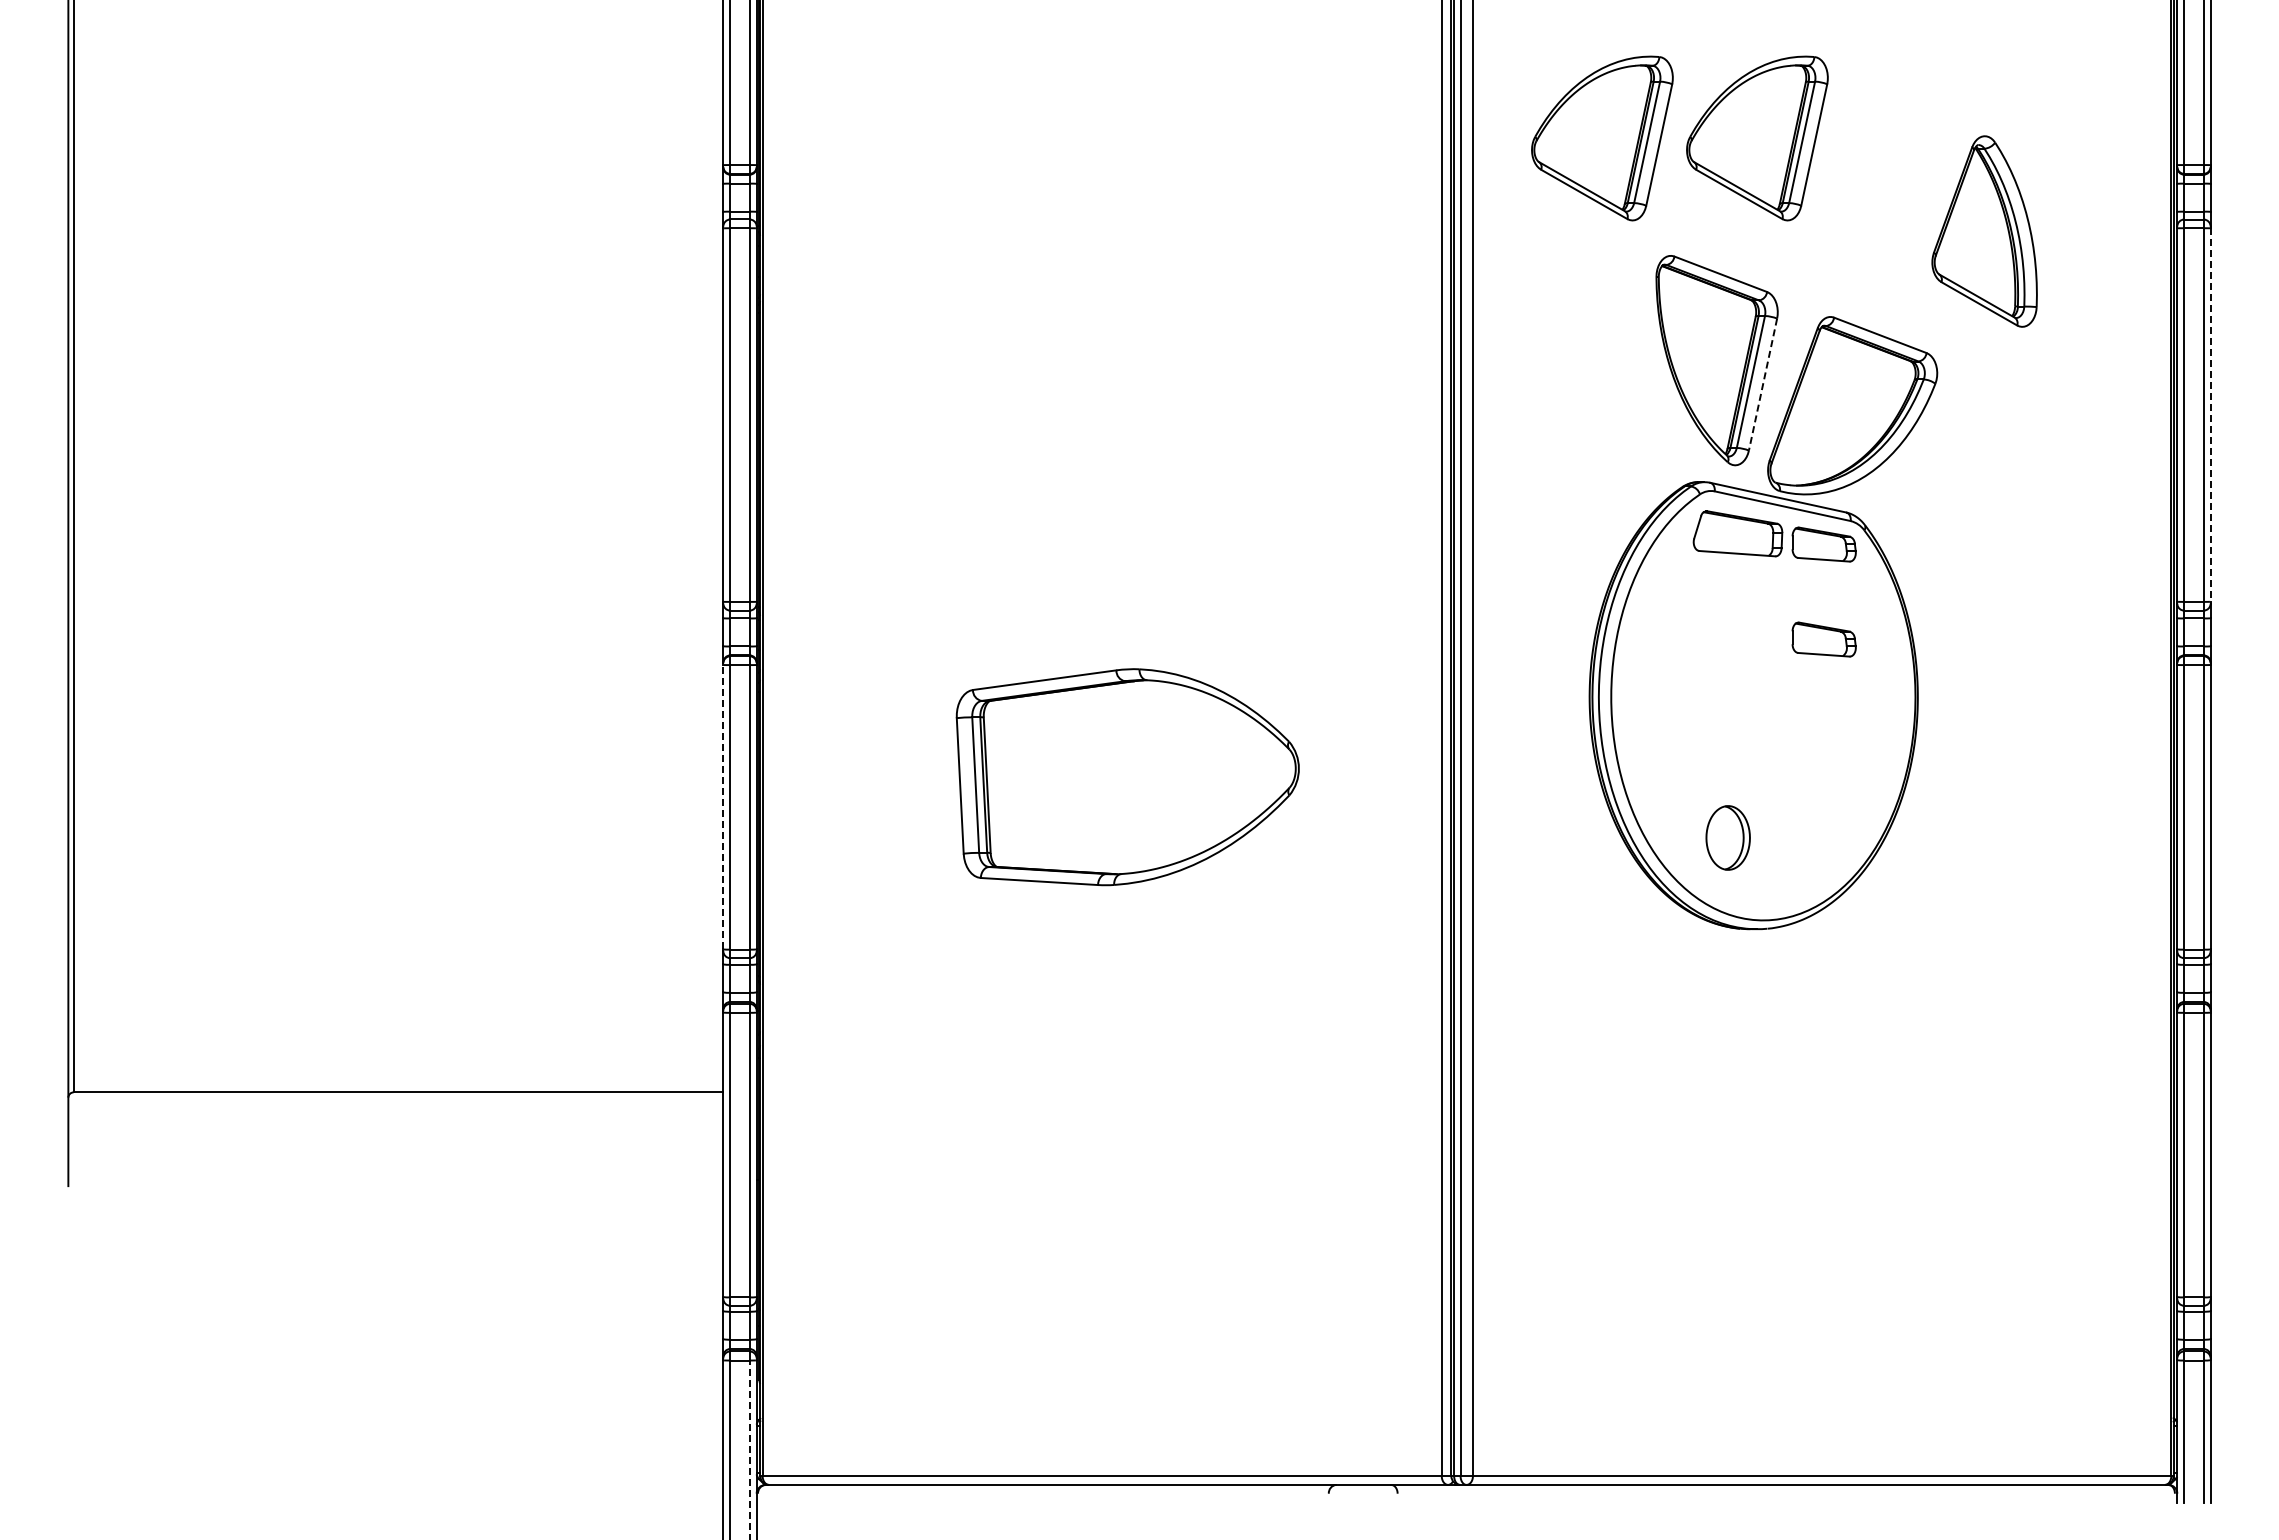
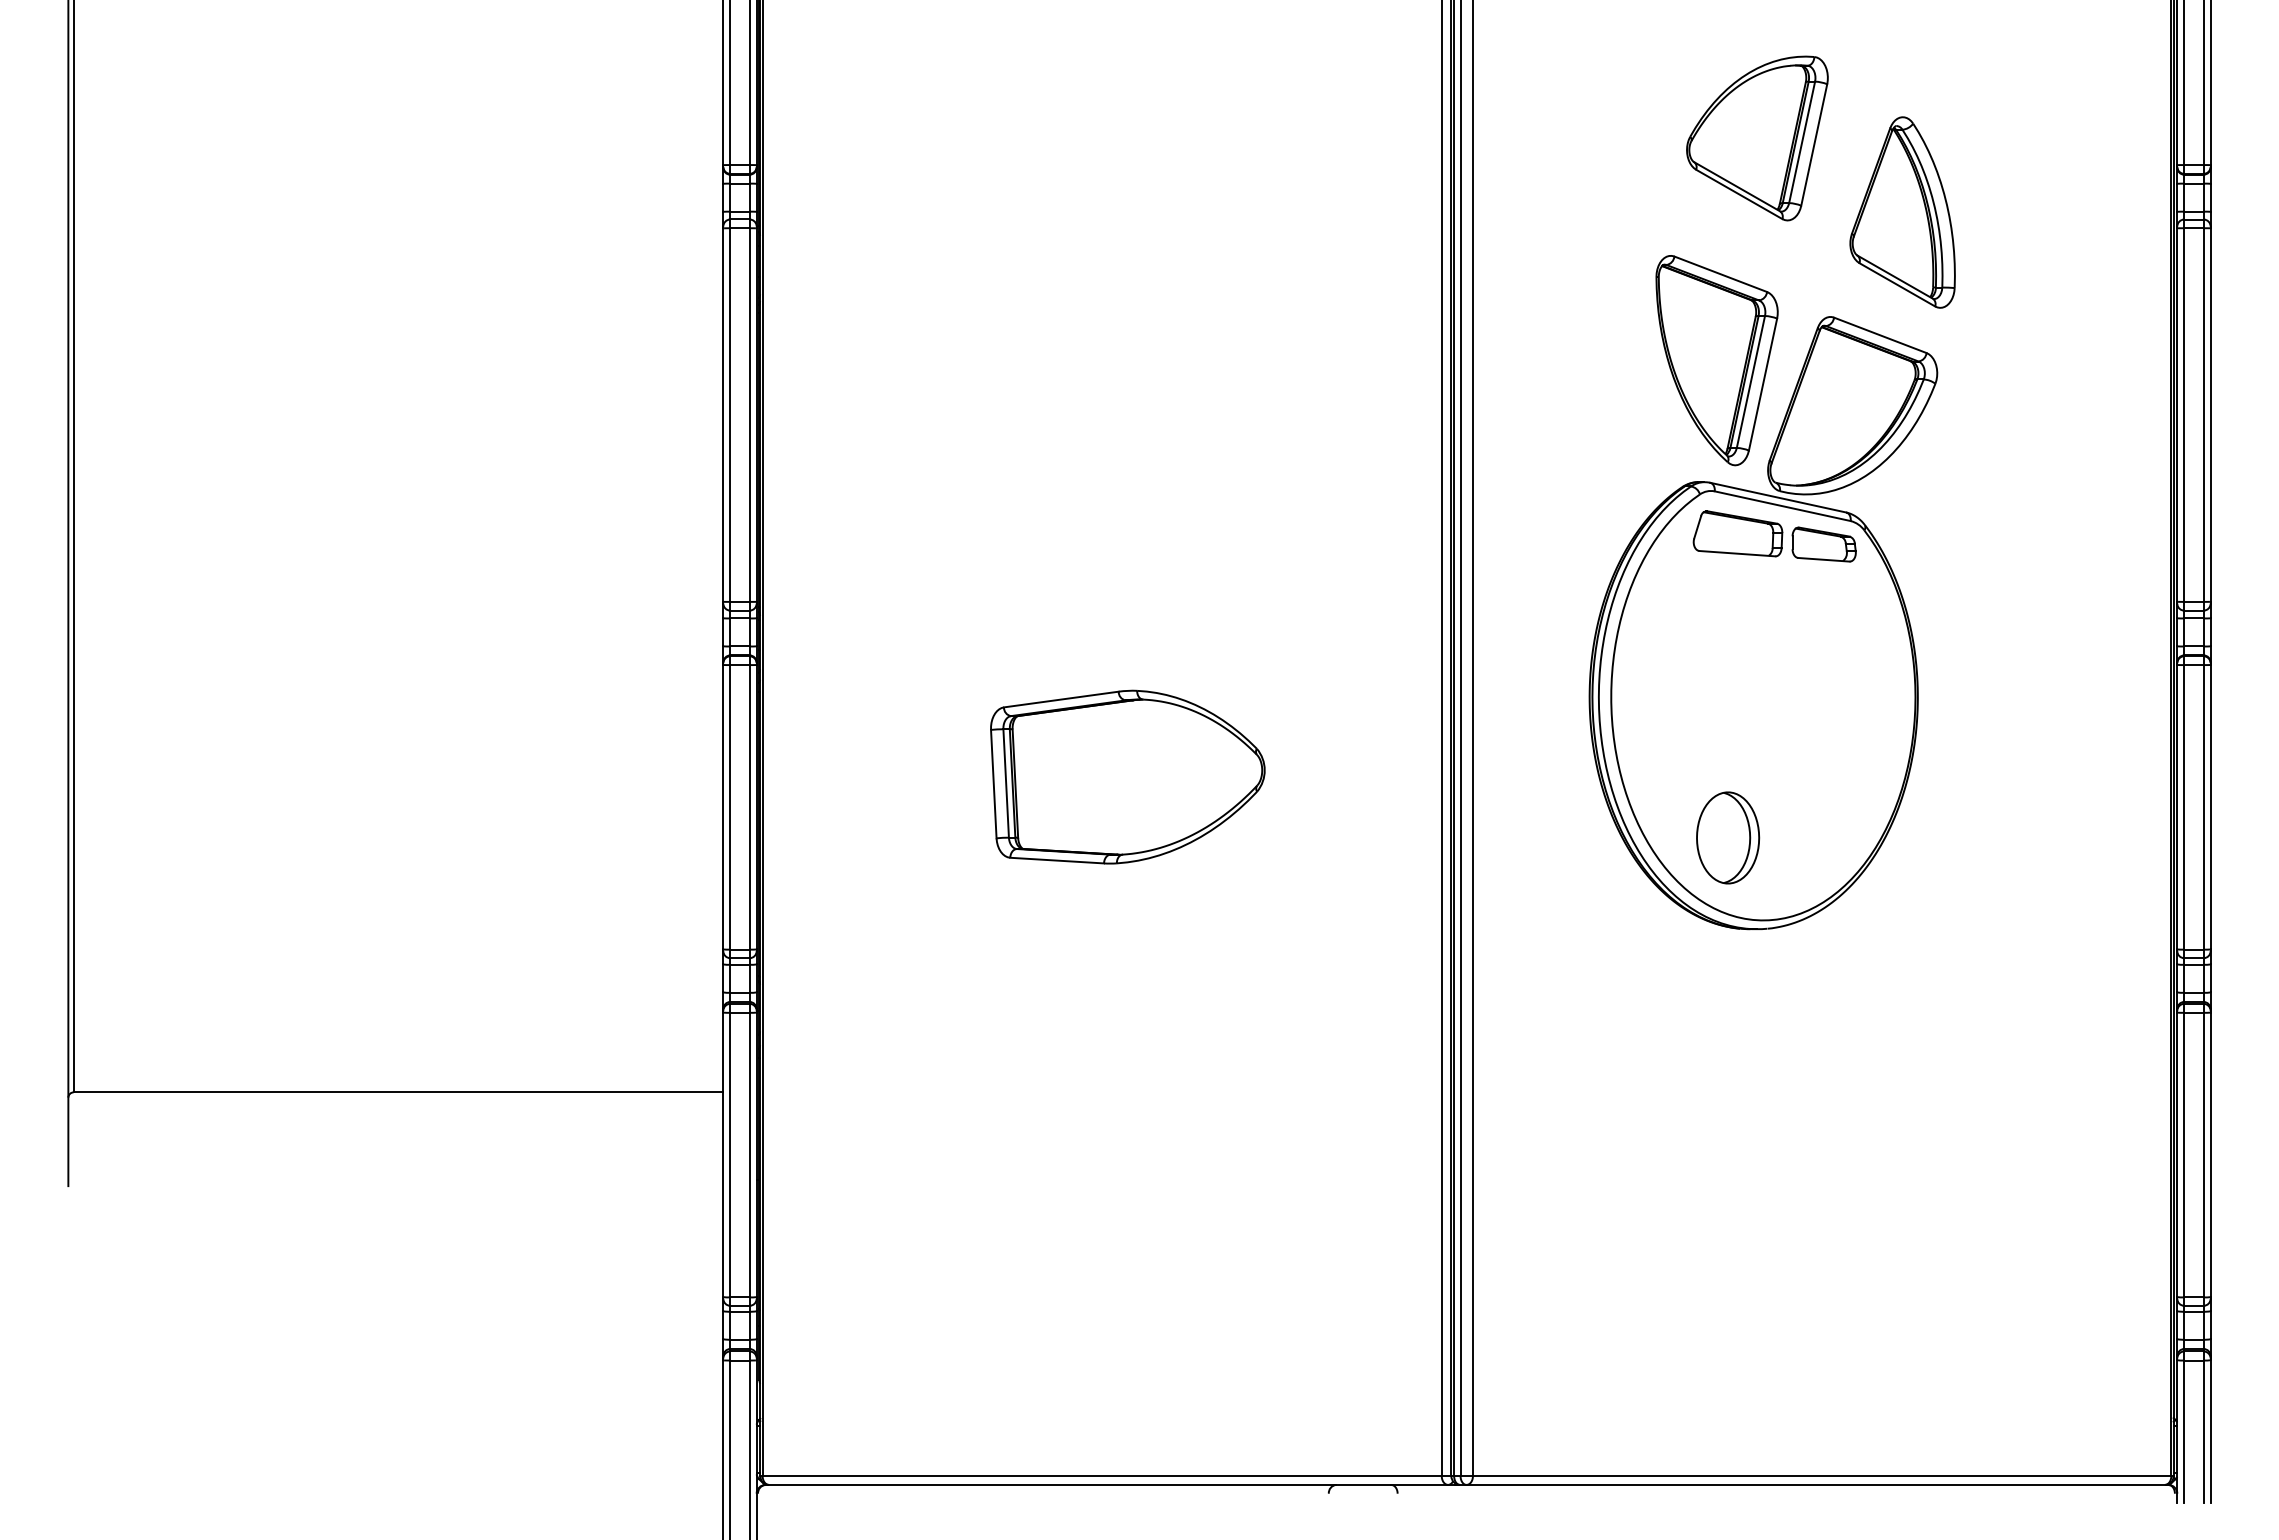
part at (1602, 138): present -> none
part at (1984, 231) position: (1984, 231) -> (1902, 212)
line at (1762, 385): dashed -> solid
line at (2210, 415): dashed -> solid
part at (1823, 639): present -> none
part at (1127, 777) size: 345x219 px -> 276x176 px
line at (723, 806): dashed -> solid
part at (1727, 837) size: 46x66 px -> 65x94 px
line at (749, 1449): dashed -> solid
